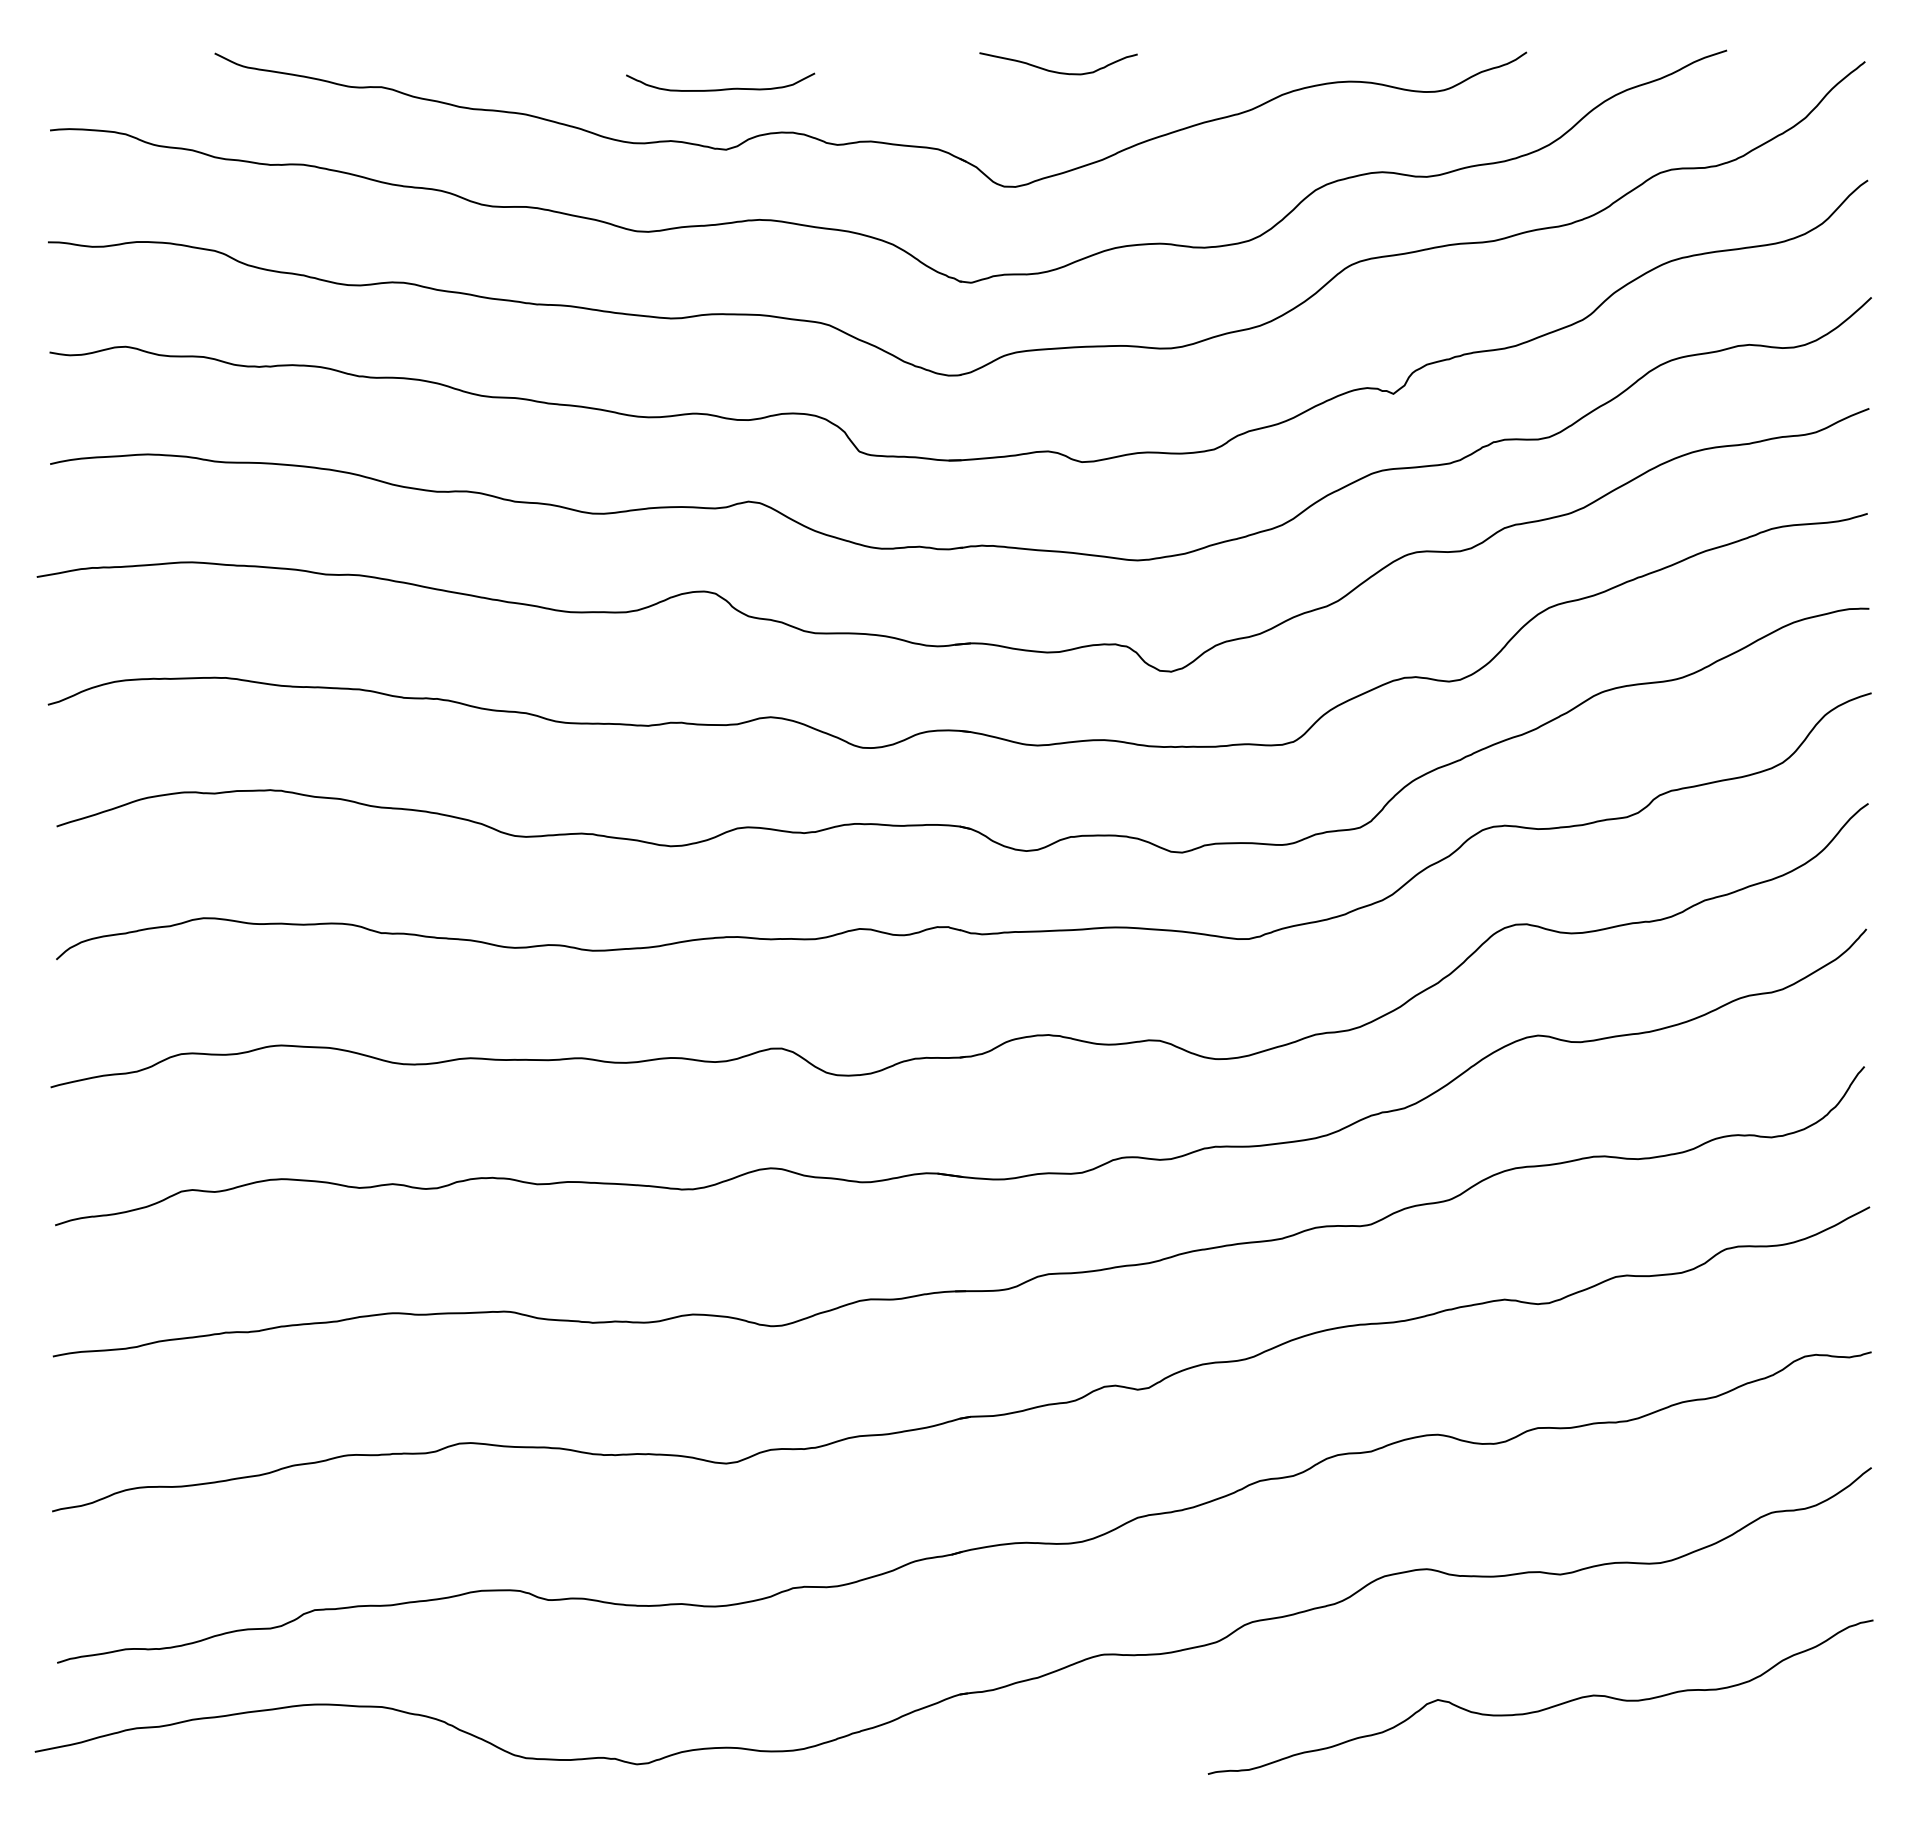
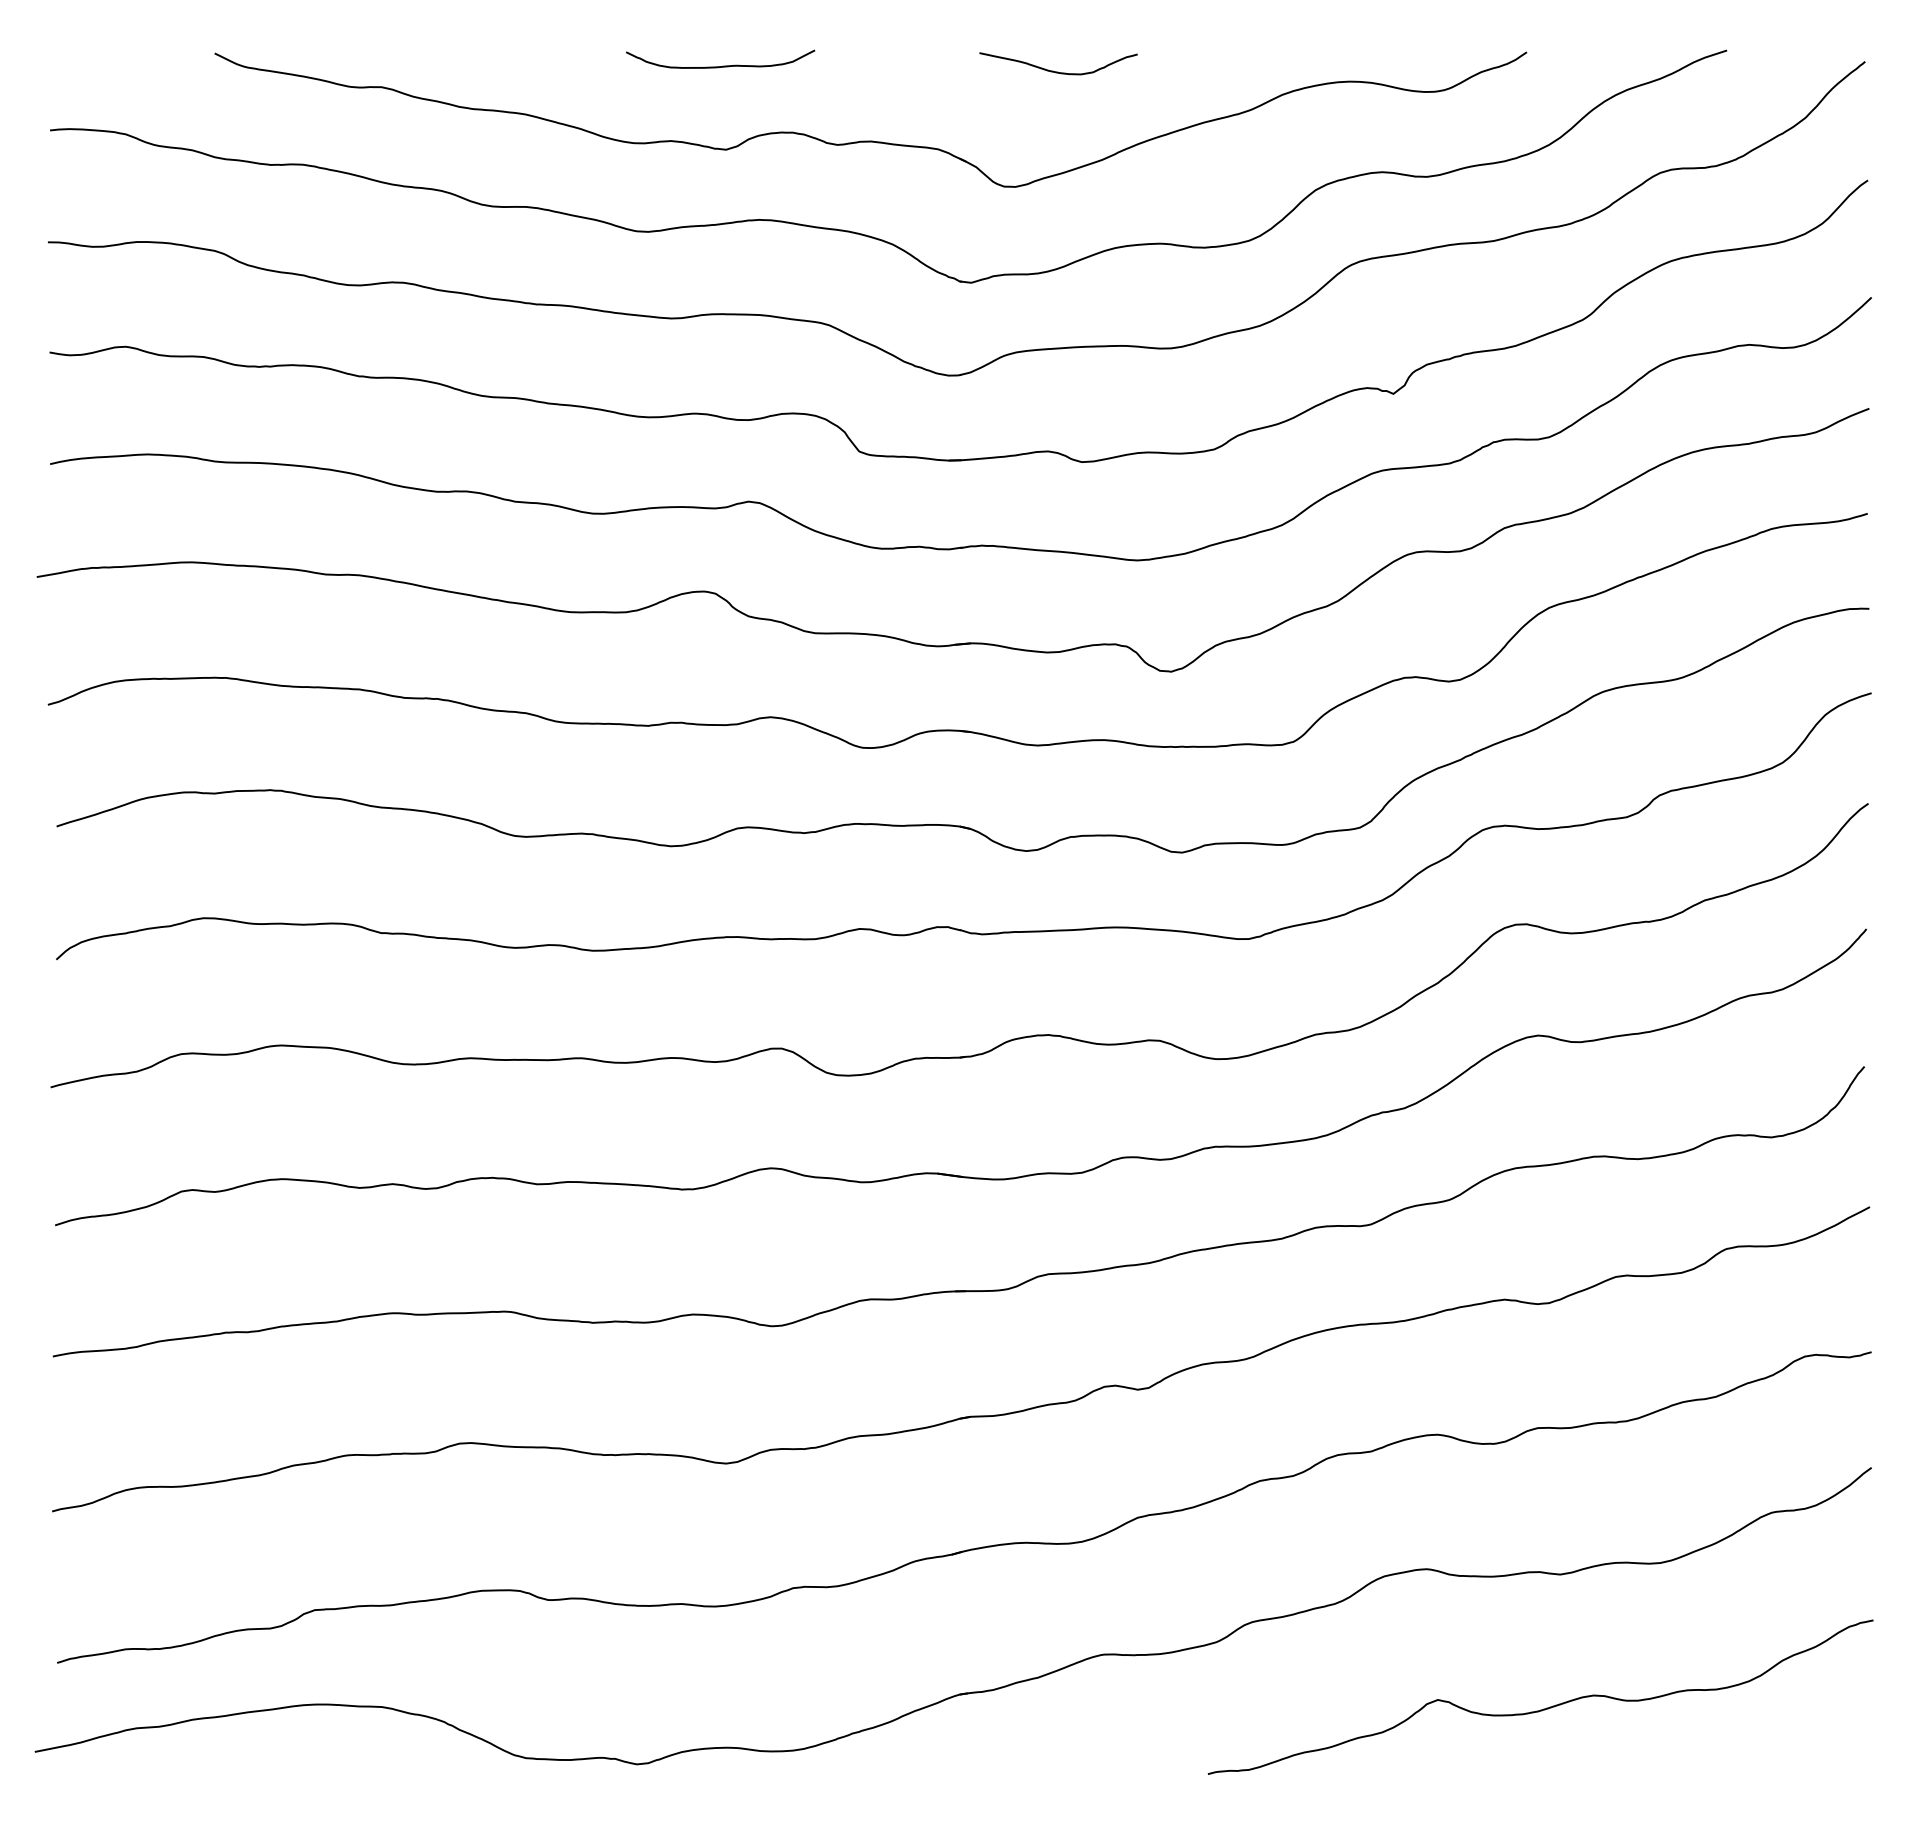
curve at (722, 88) position: (722, 88) -> (722, 65)
